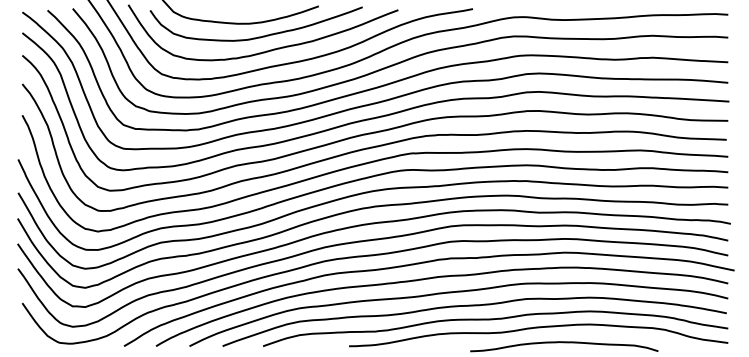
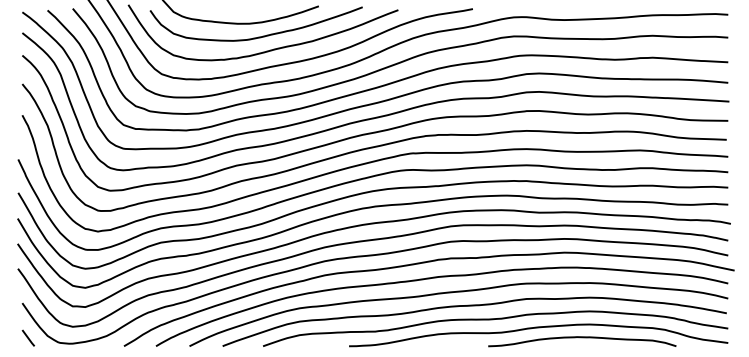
line at (28, 337): none -> present
curve at (564, 343) position: (564, 343) -> (582, 338)
